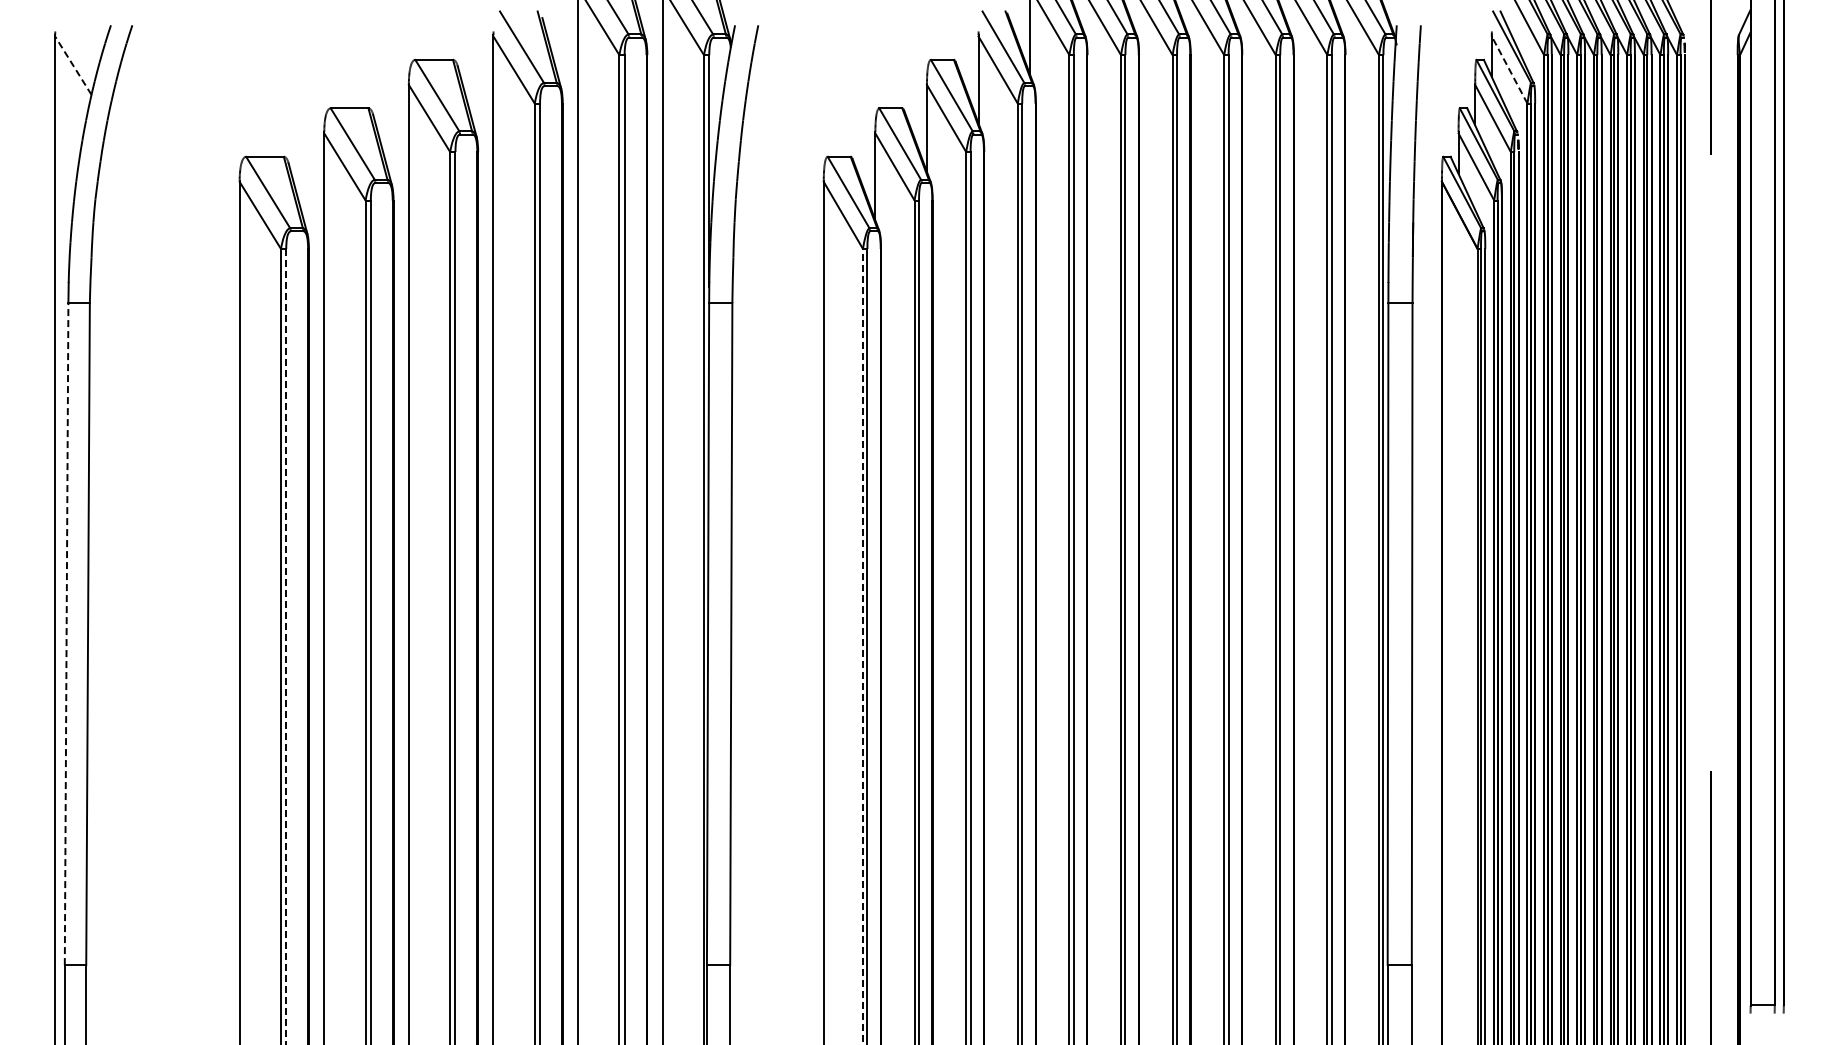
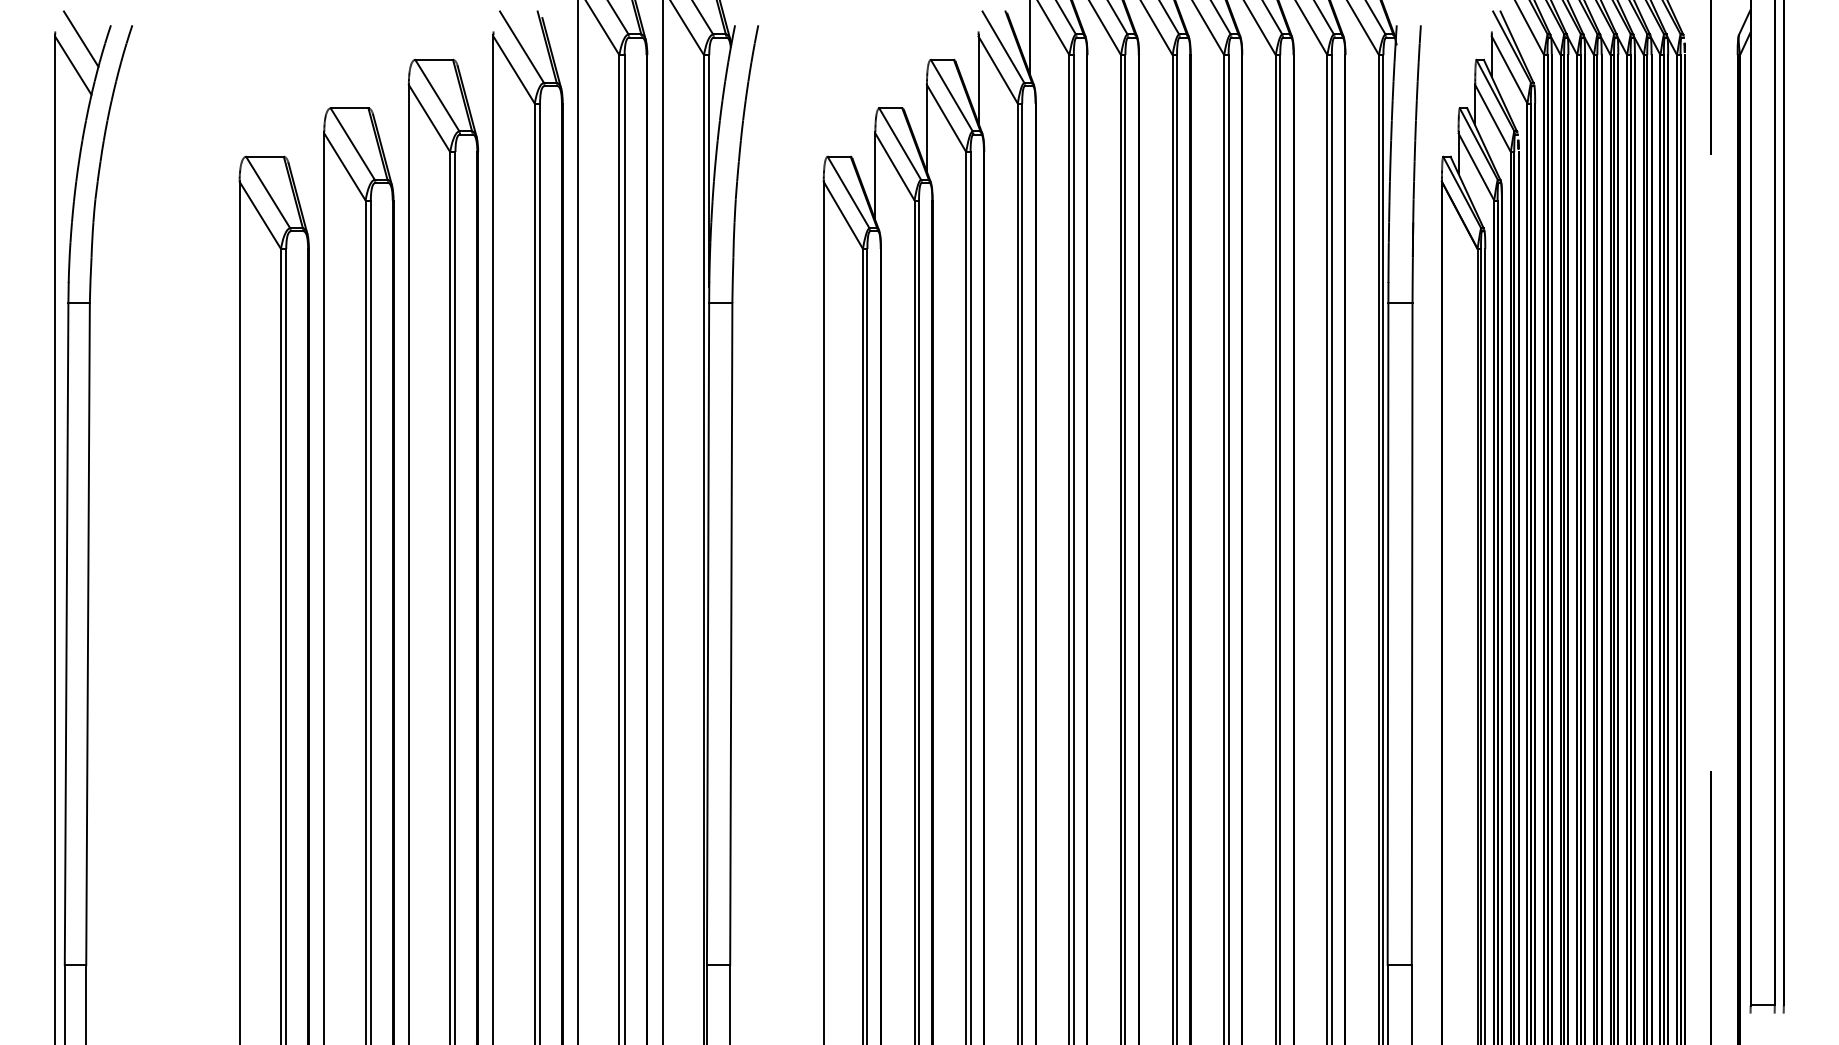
line at (80, 38): none -> present
line at (73, 65): dashed -> solid
line at (1509, 70): dashed -> solid
line at (66, 633): dashed -> solid
line at (286, 646): dashed -> solid
line at (862, 646): dashed -> solid
